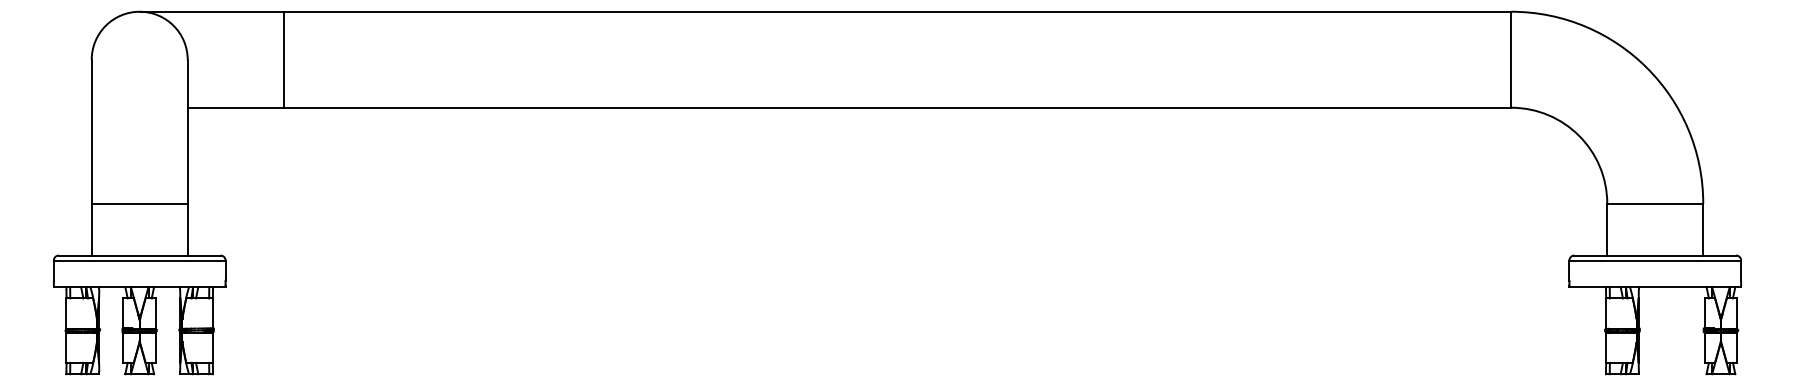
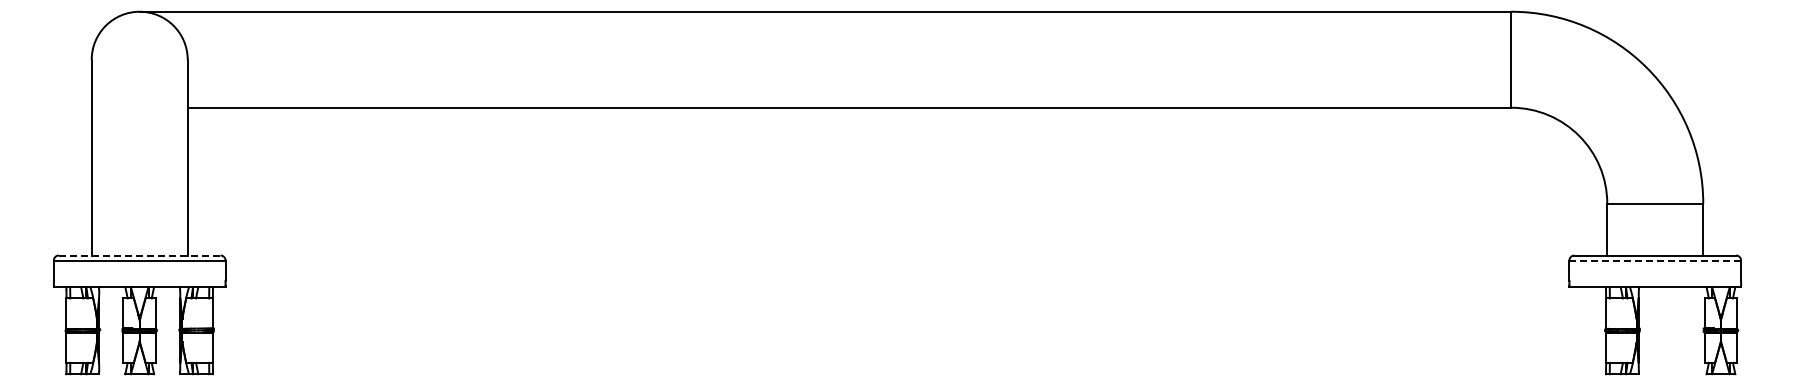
line at (283, 59): present -> none
line at (139, 203): present -> none
line at (139, 255): solid -> dashed
line at (1655, 260): solid -> dashed
